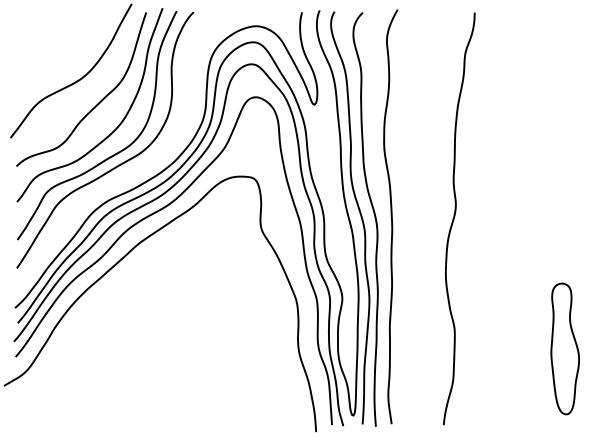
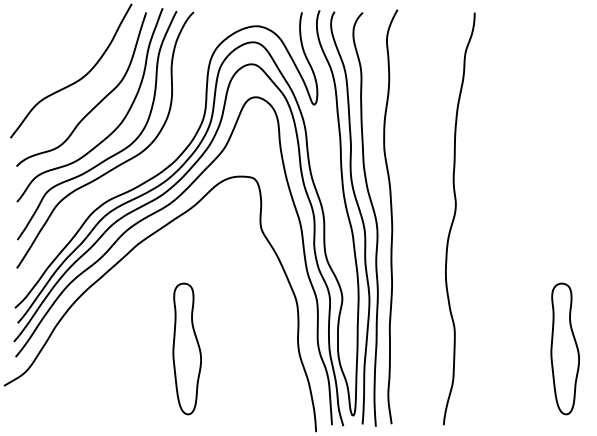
part at (186, 348): none -> present
